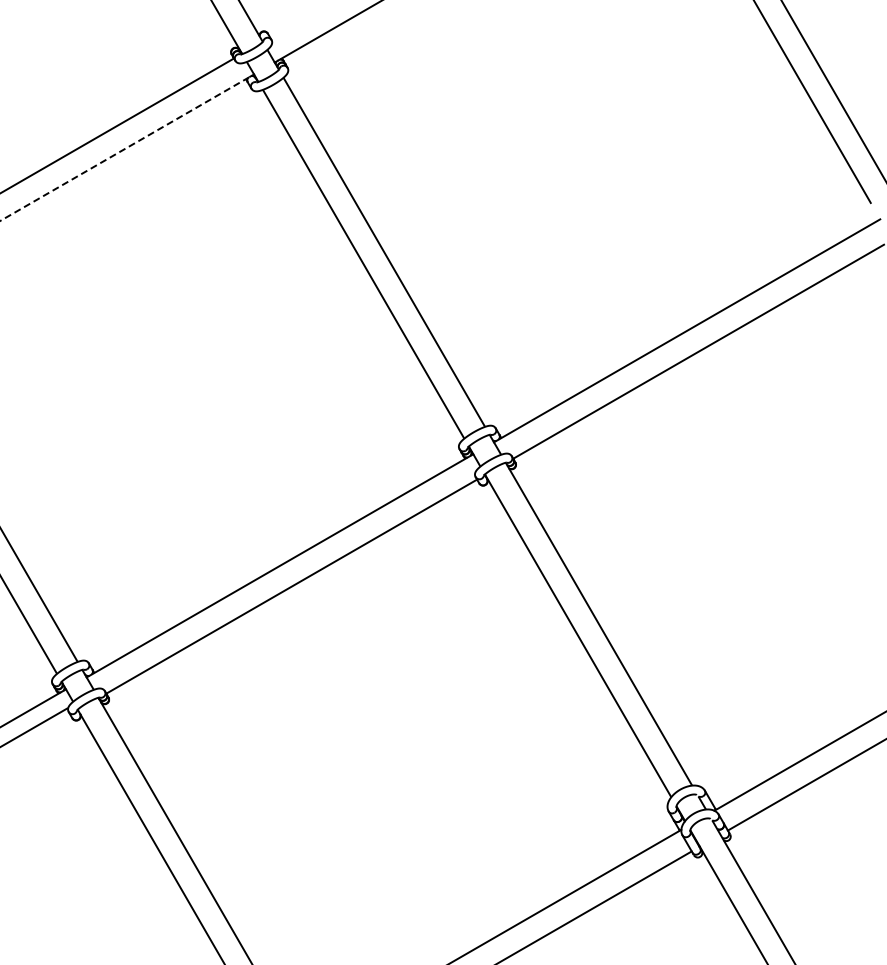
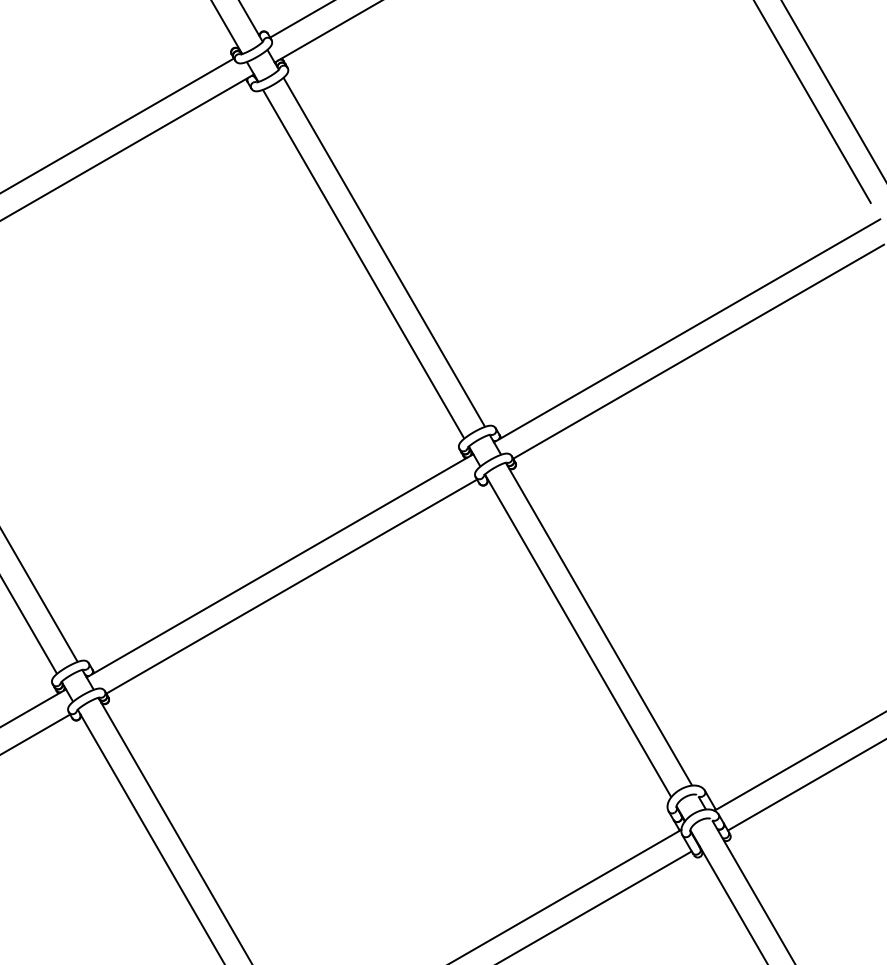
line at (300, 19): none -> present
line at (124, 149): dashed -> solid
line at (34, 727) position: (34, 727) -> (36, 733)
